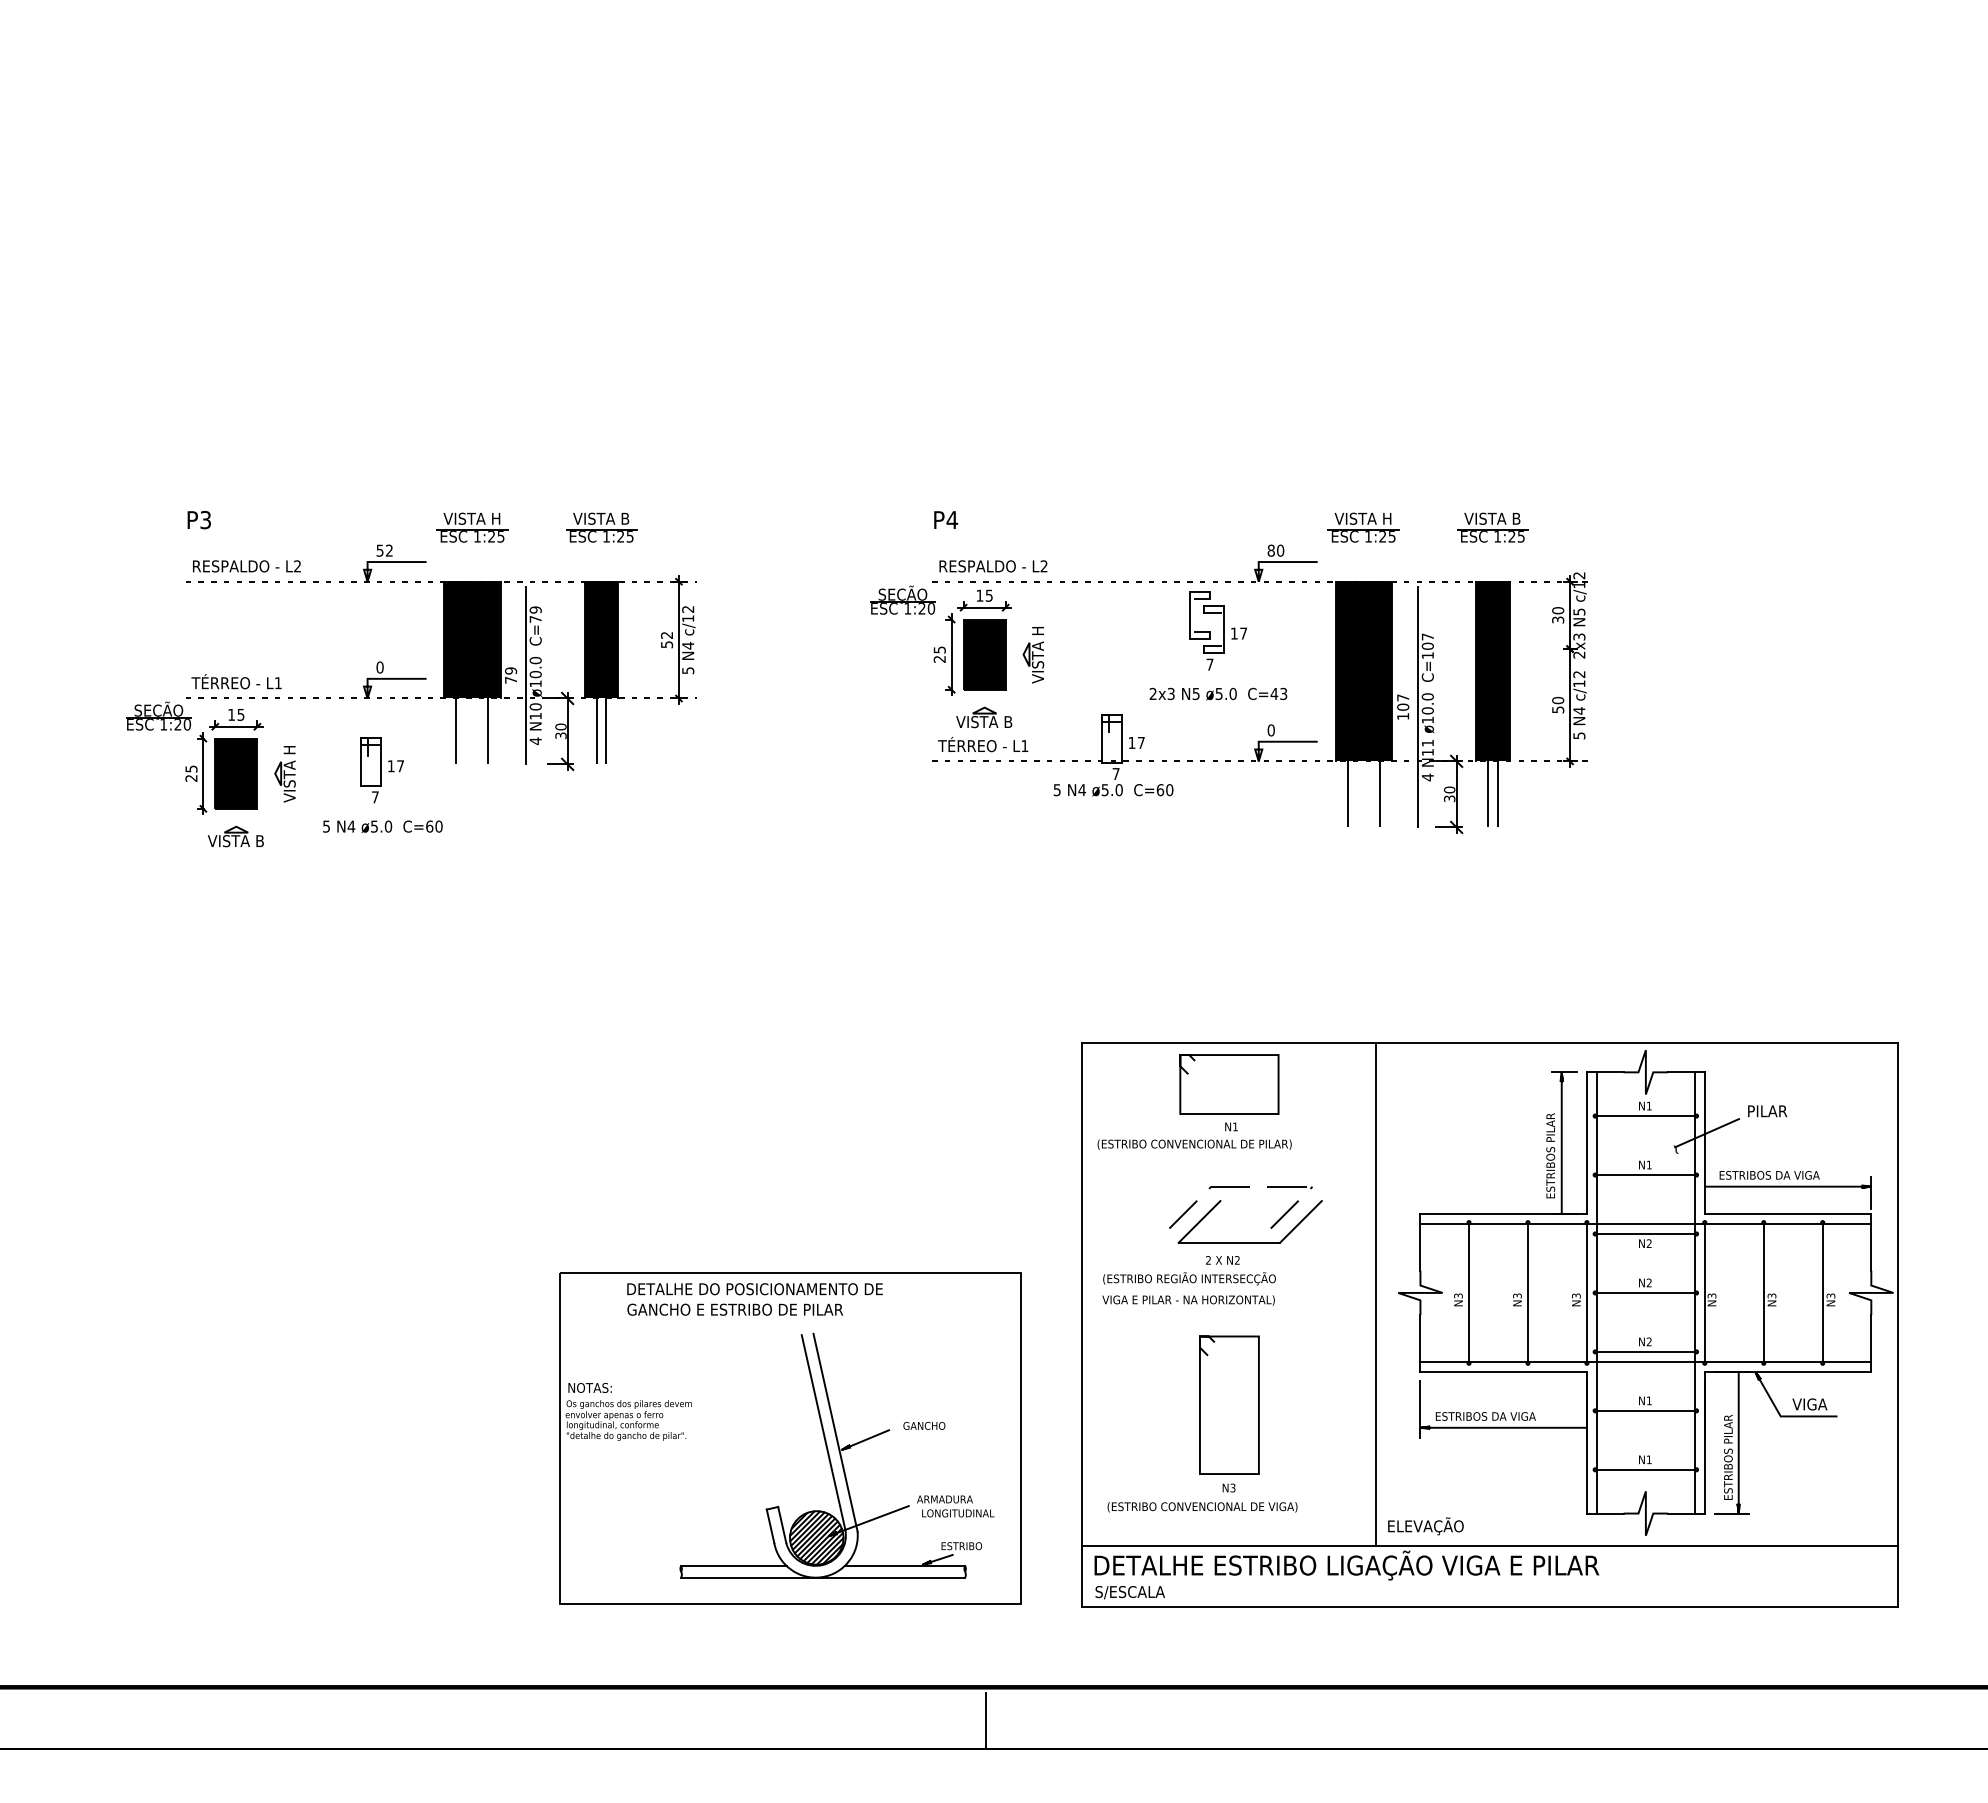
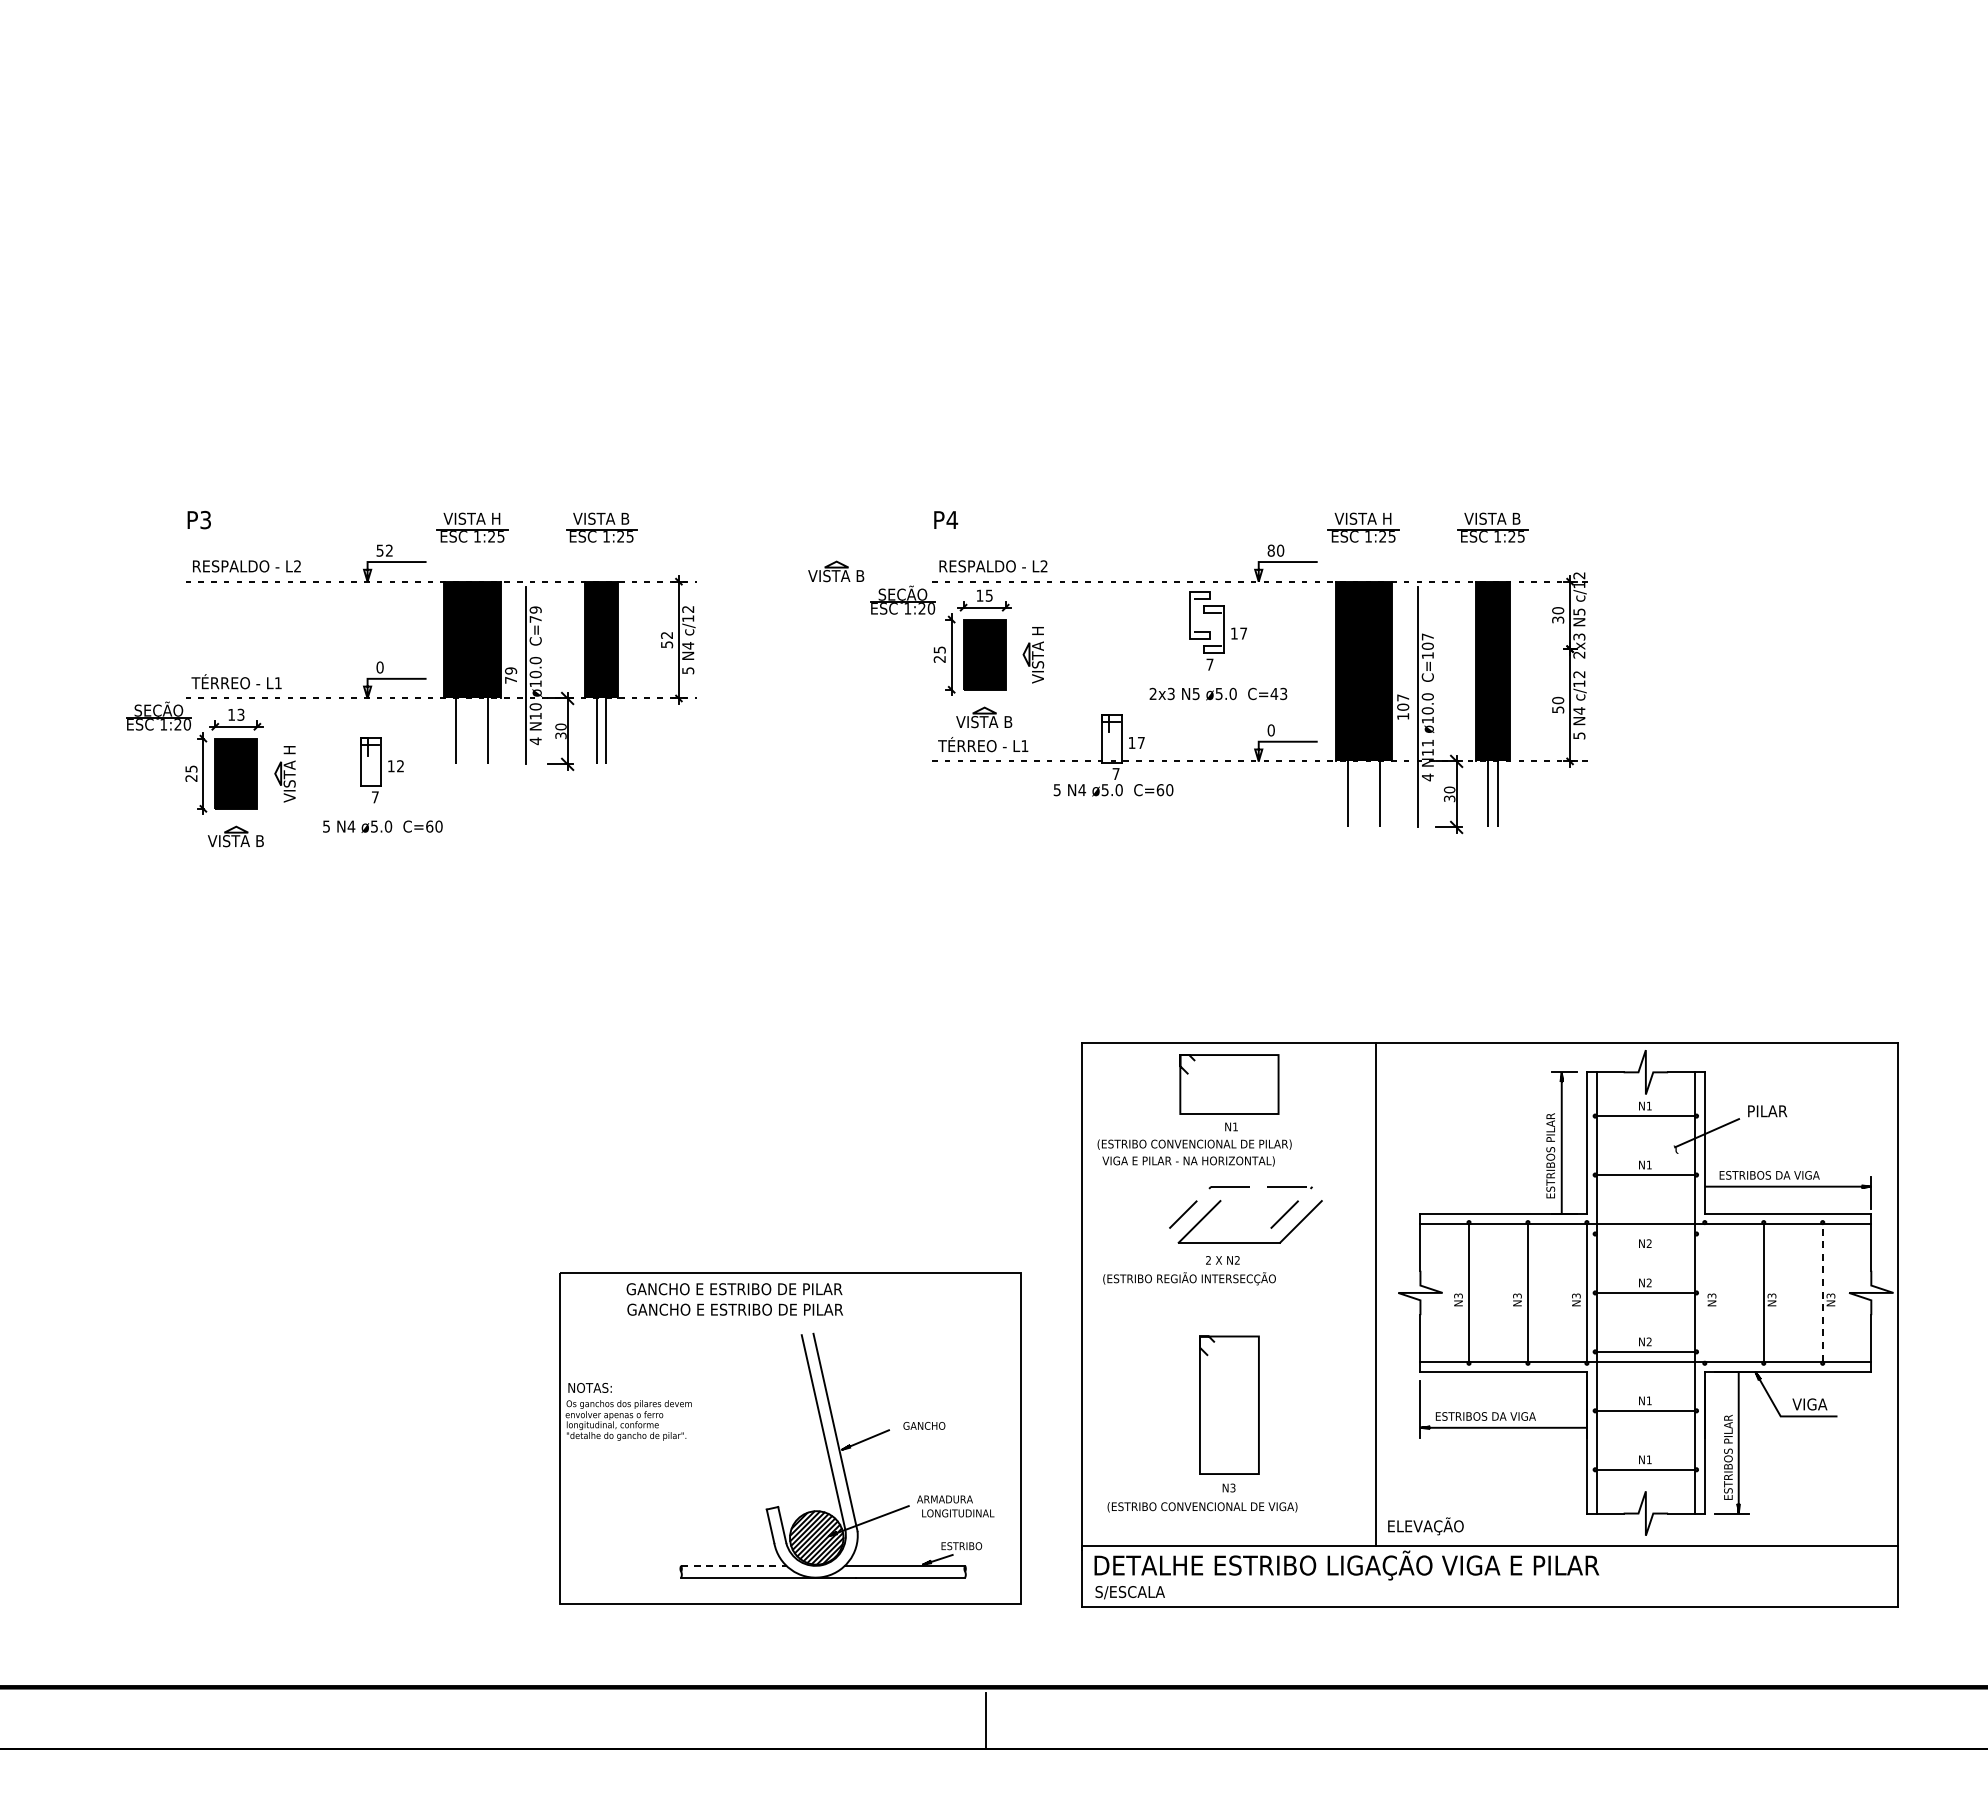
part at (836, 571): none -> present
text at (240, 713): 15 -> 13
text at (400, 766): 17 -> 12
line at (1645, 1233): present -> none
text at (754, 1289): DETALHE DO POSICIONAMENTO DE -> GANCHO E ESTRIBO DE PILAR
line at (1704, 1292): present -> none
line at (1822, 1292): solid -> dashed
text at (1188, 1300) position: (1188, 1300) -> (1188, 1161)
line at (733, 1565): solid -> dashed
